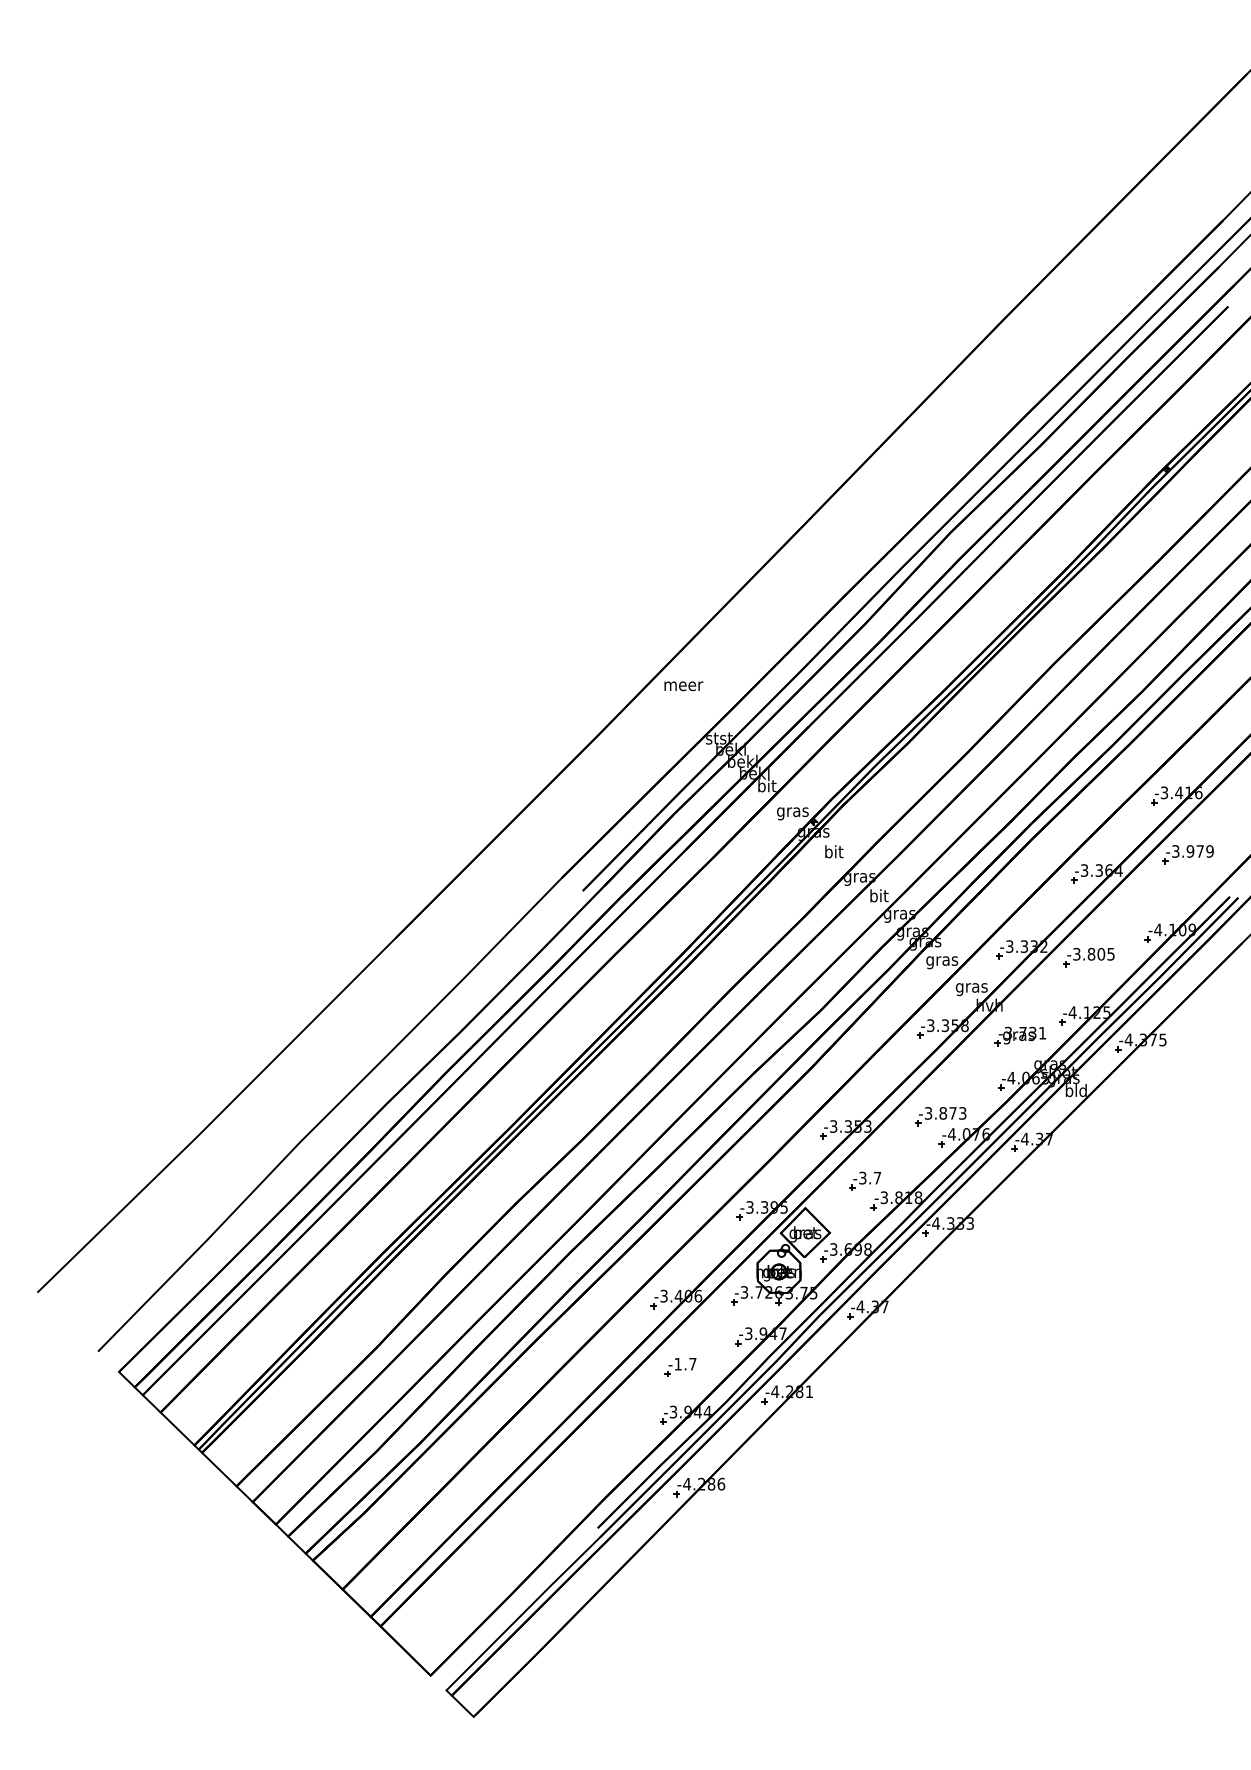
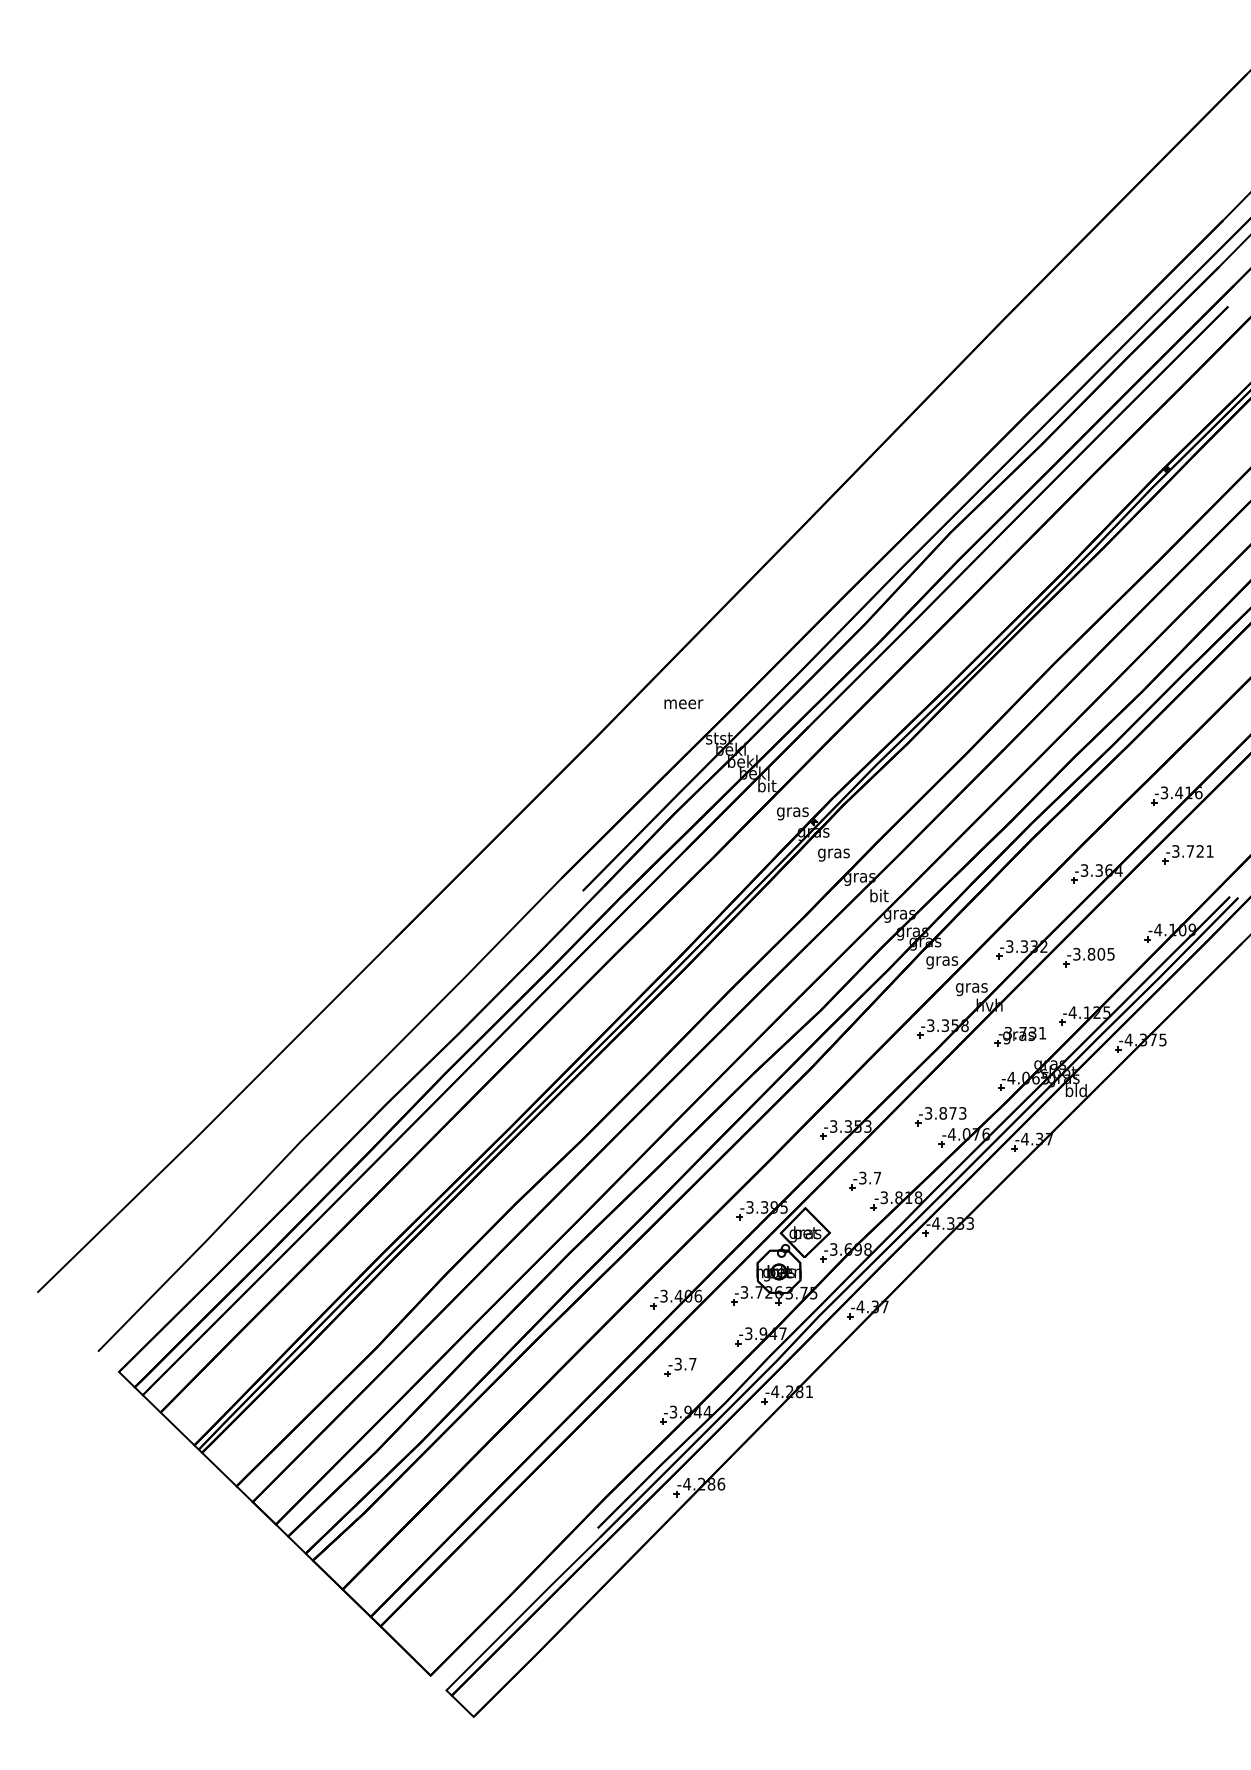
text at (683, 686) position: (683, 686) -> (683, 704)
text at (1199, 851): -3.979 -> -3.721
text at (833, 853): bit -> gras
text at (677, 1363): -1.7 -> -3.7
